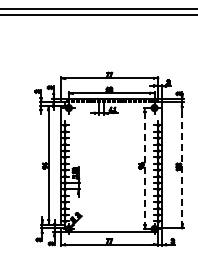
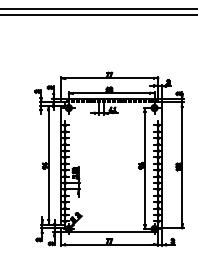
line at (182, 164): dashed -> solid
line at (145, 168): dashed -> solid
